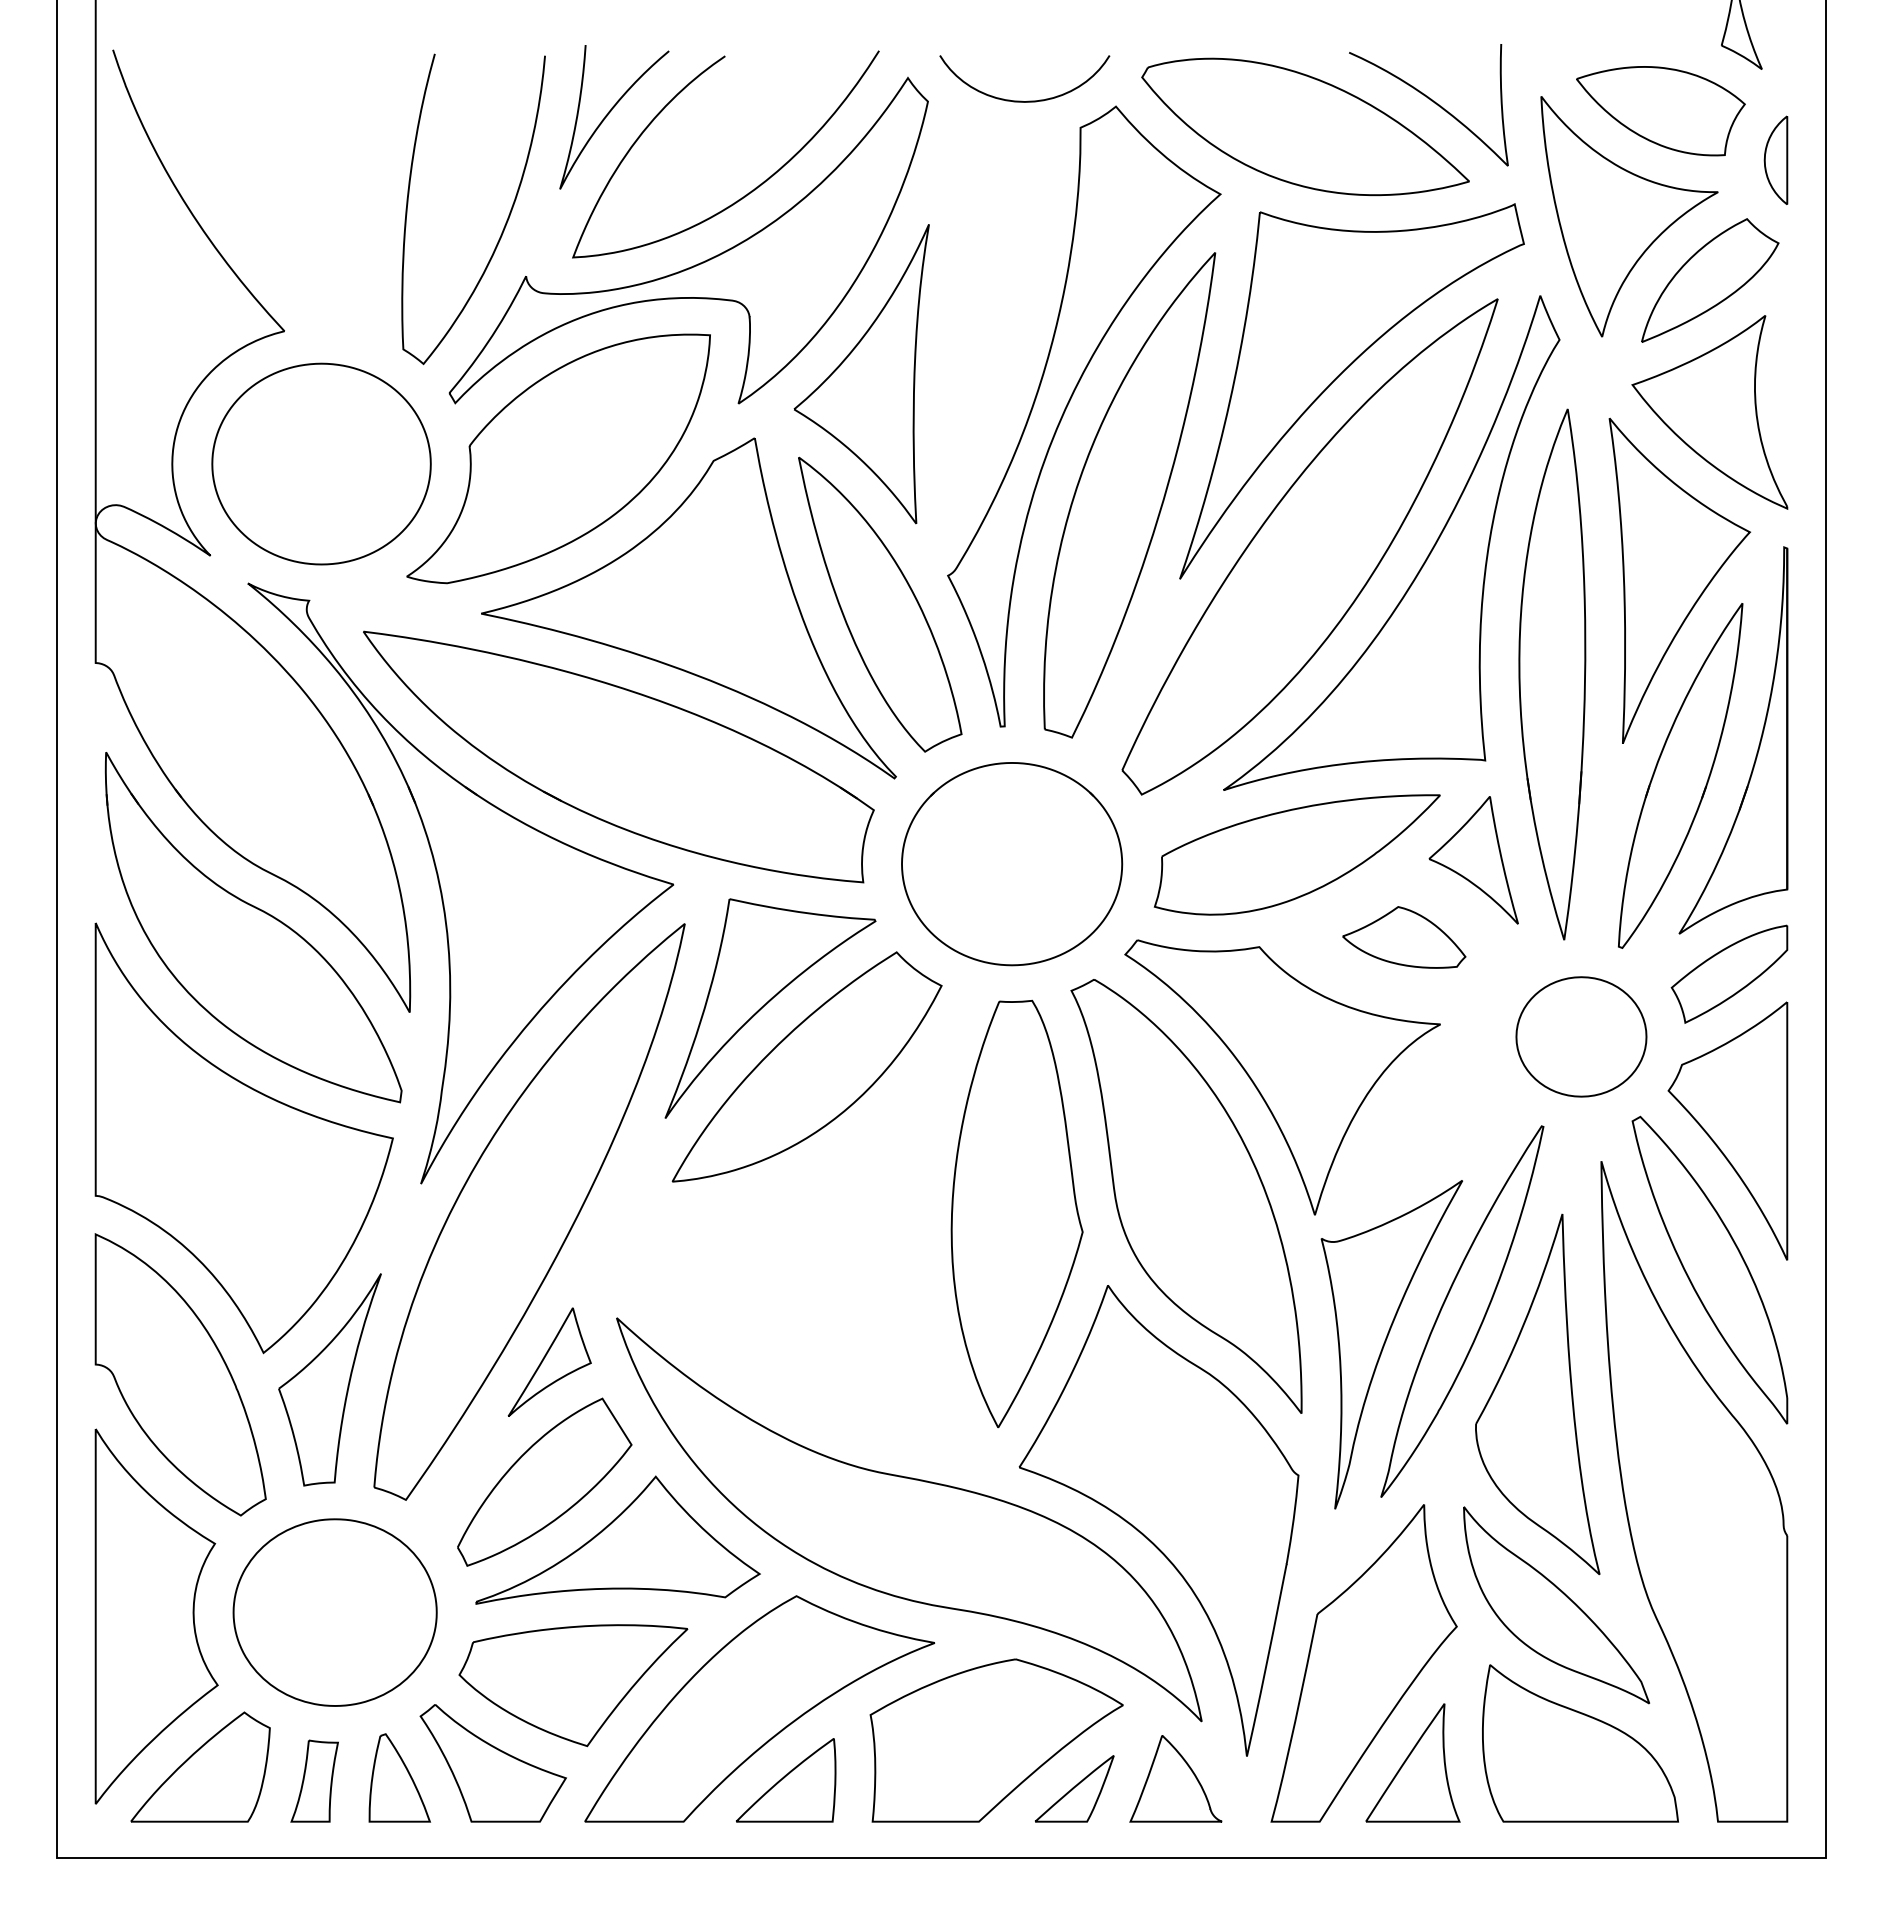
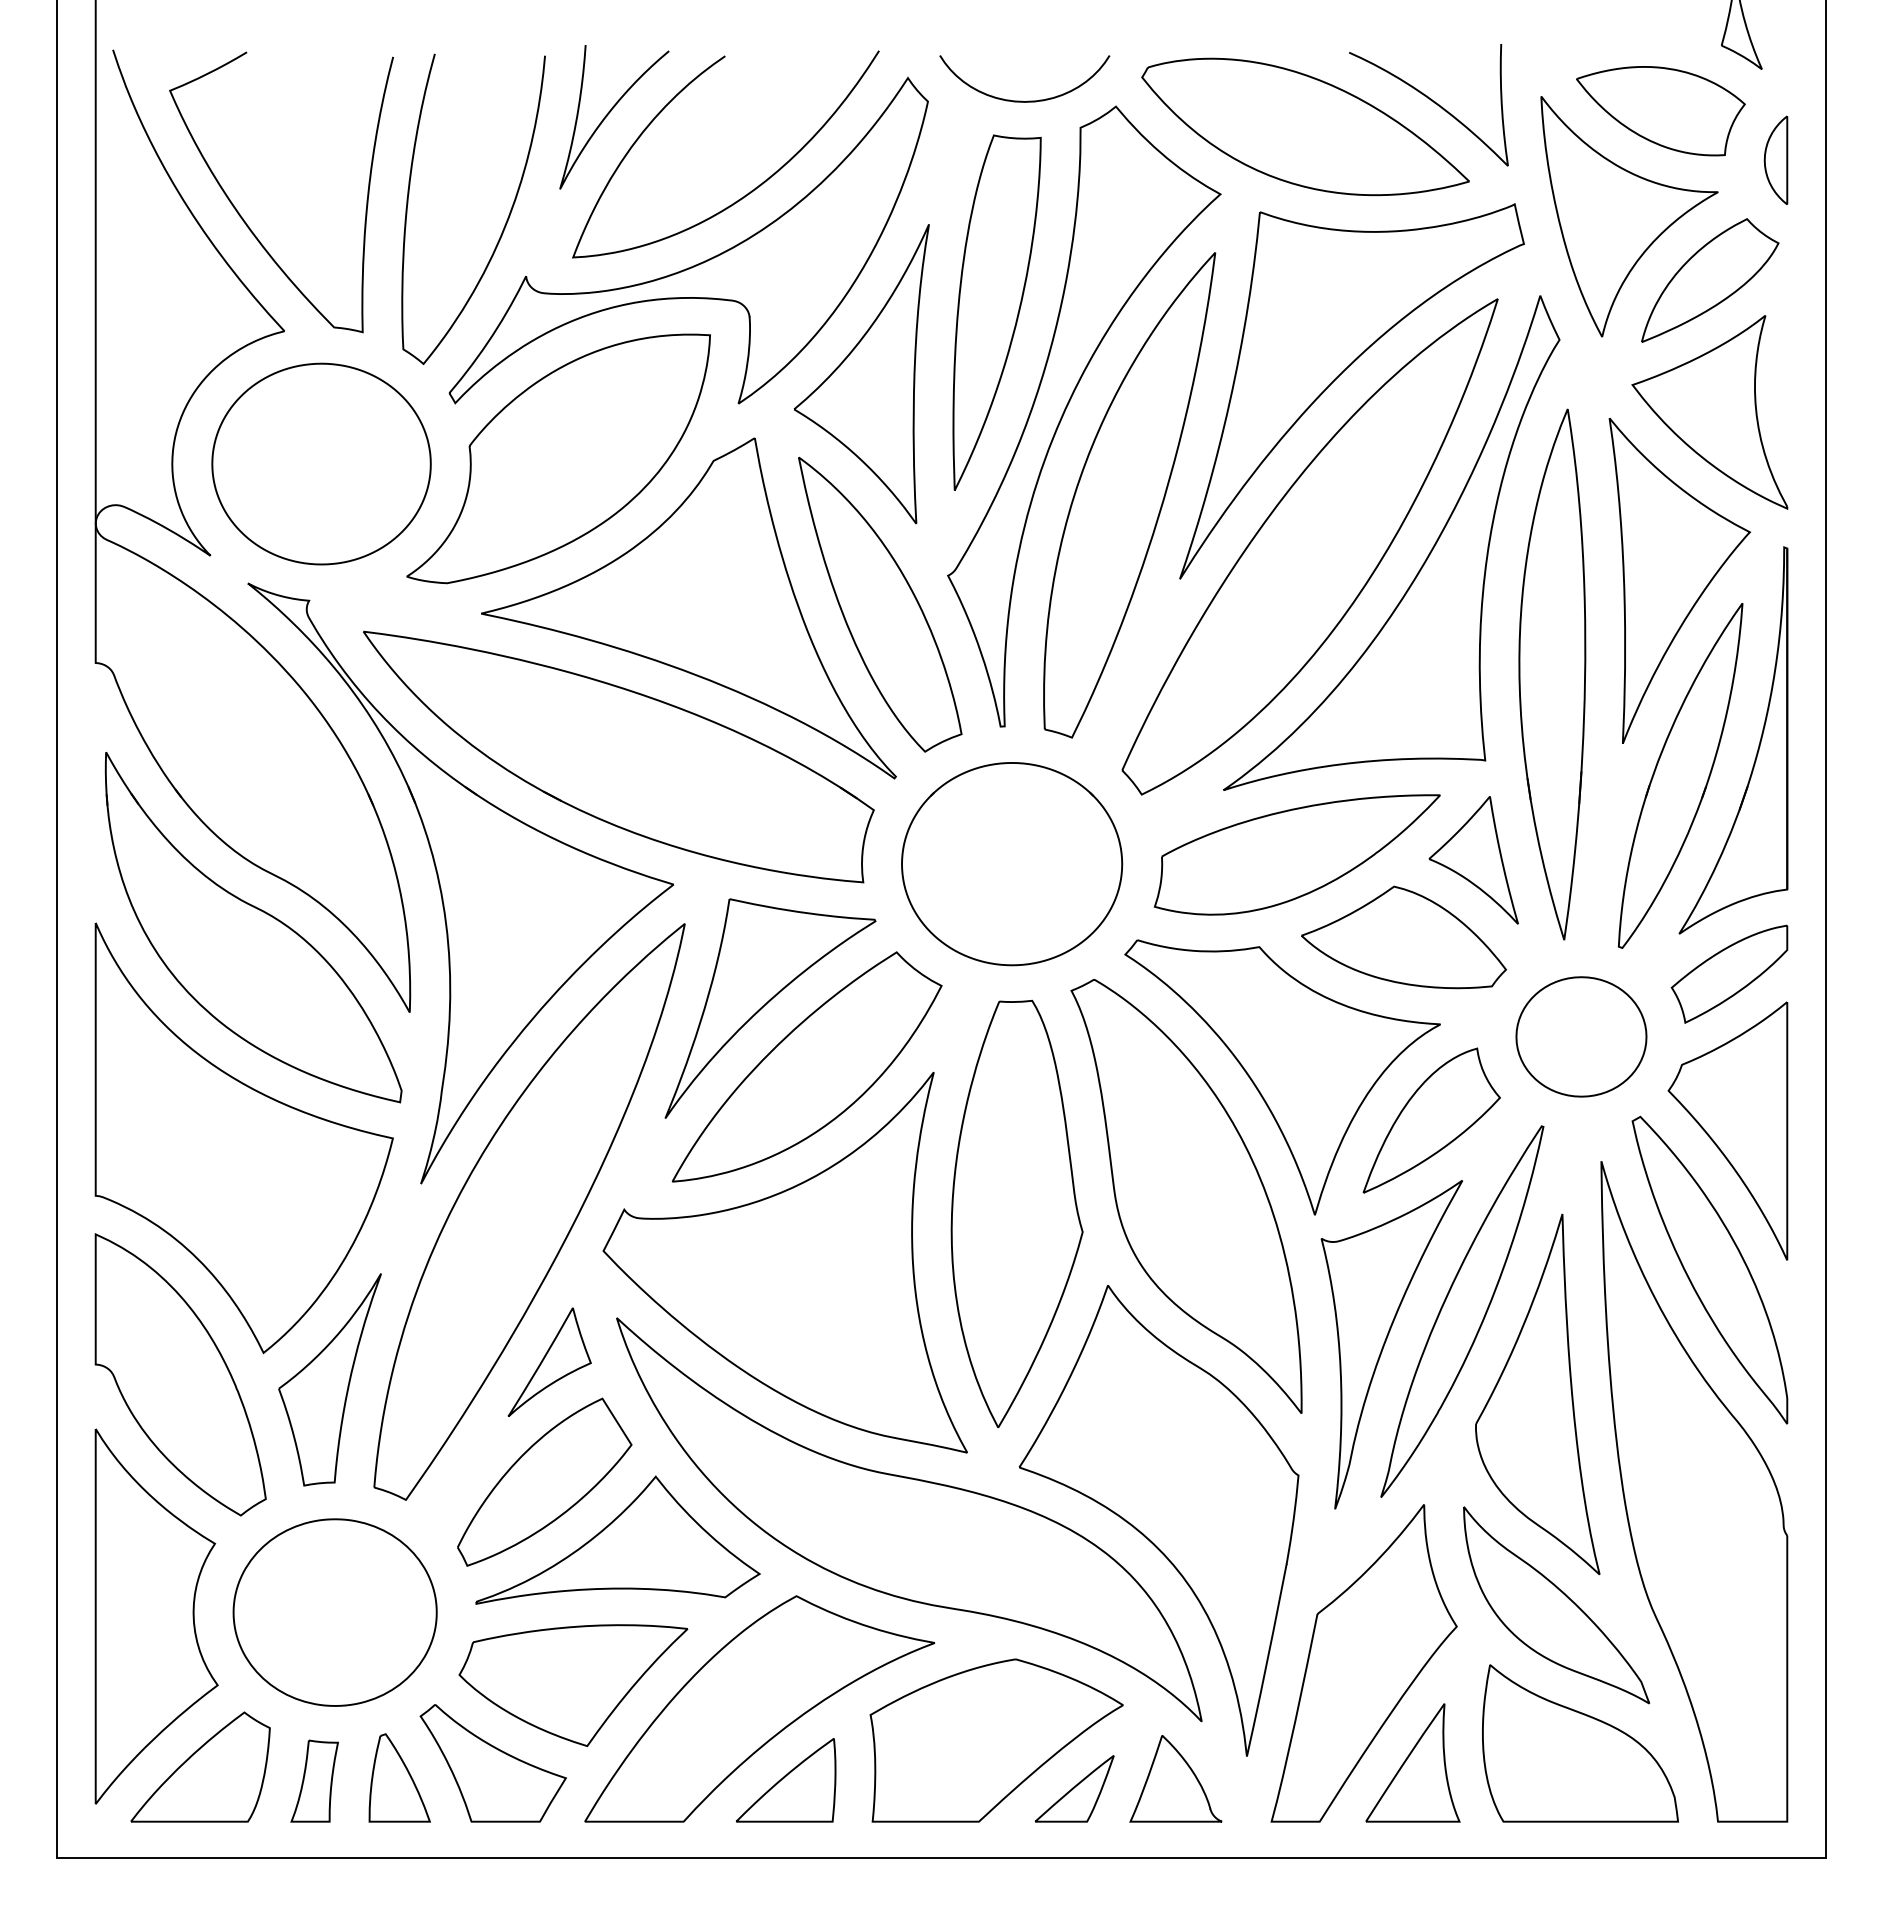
curve at (244, 219): none -> present
part at (996, 312): none -> present
part at (1404, 937) size: 125x63 px -> 207x105 px
part at (1431, 1120): none -> present
part at (784, 1262): none -> present
